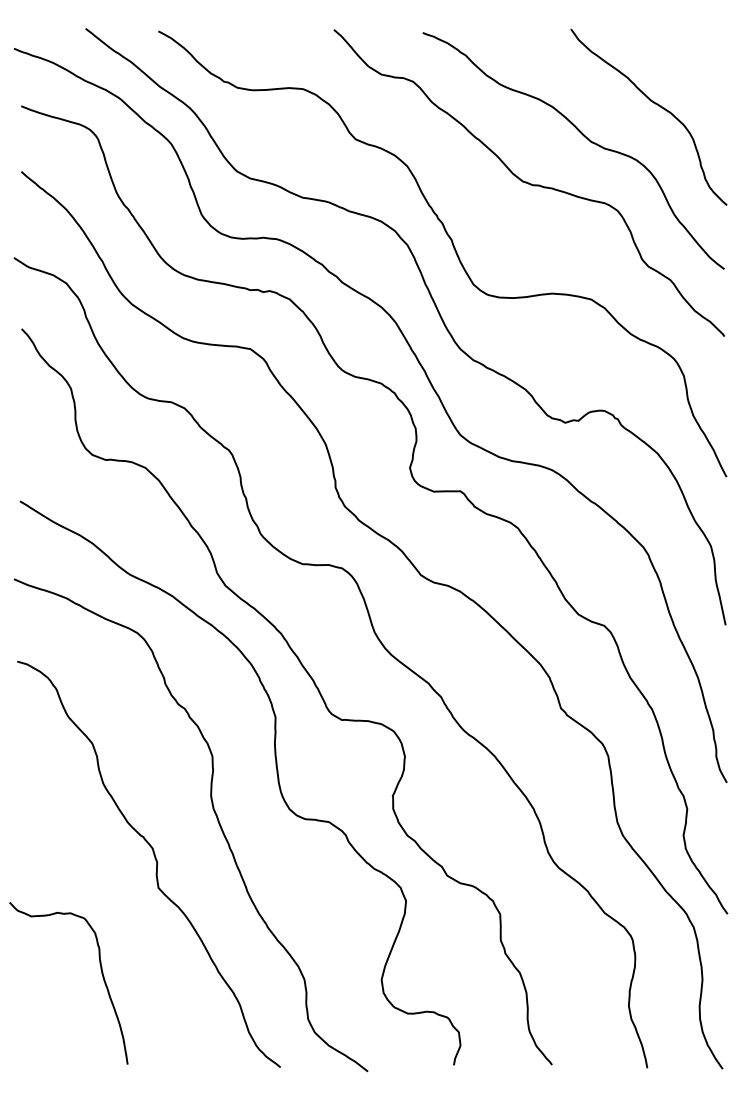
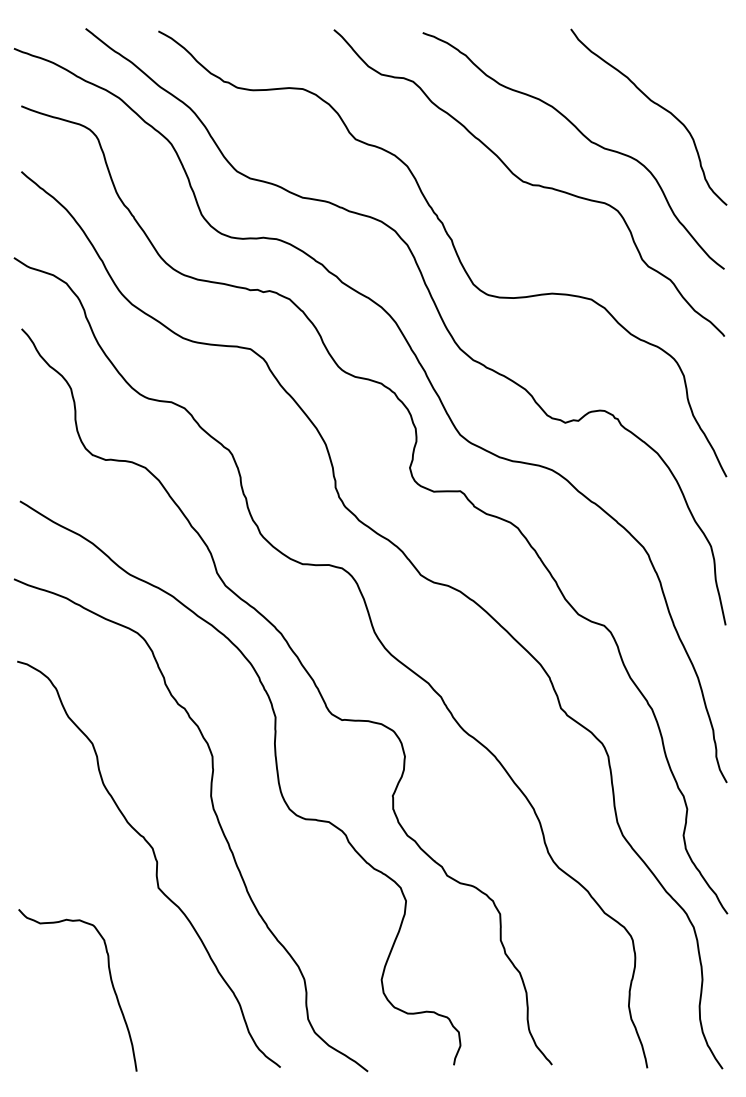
curve at (101, 974) position: (101, 974) -> (110, 981)
